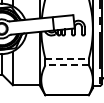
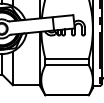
line at (67, 58): dashed -> solid
line at (67, 65): dashed -> solid
